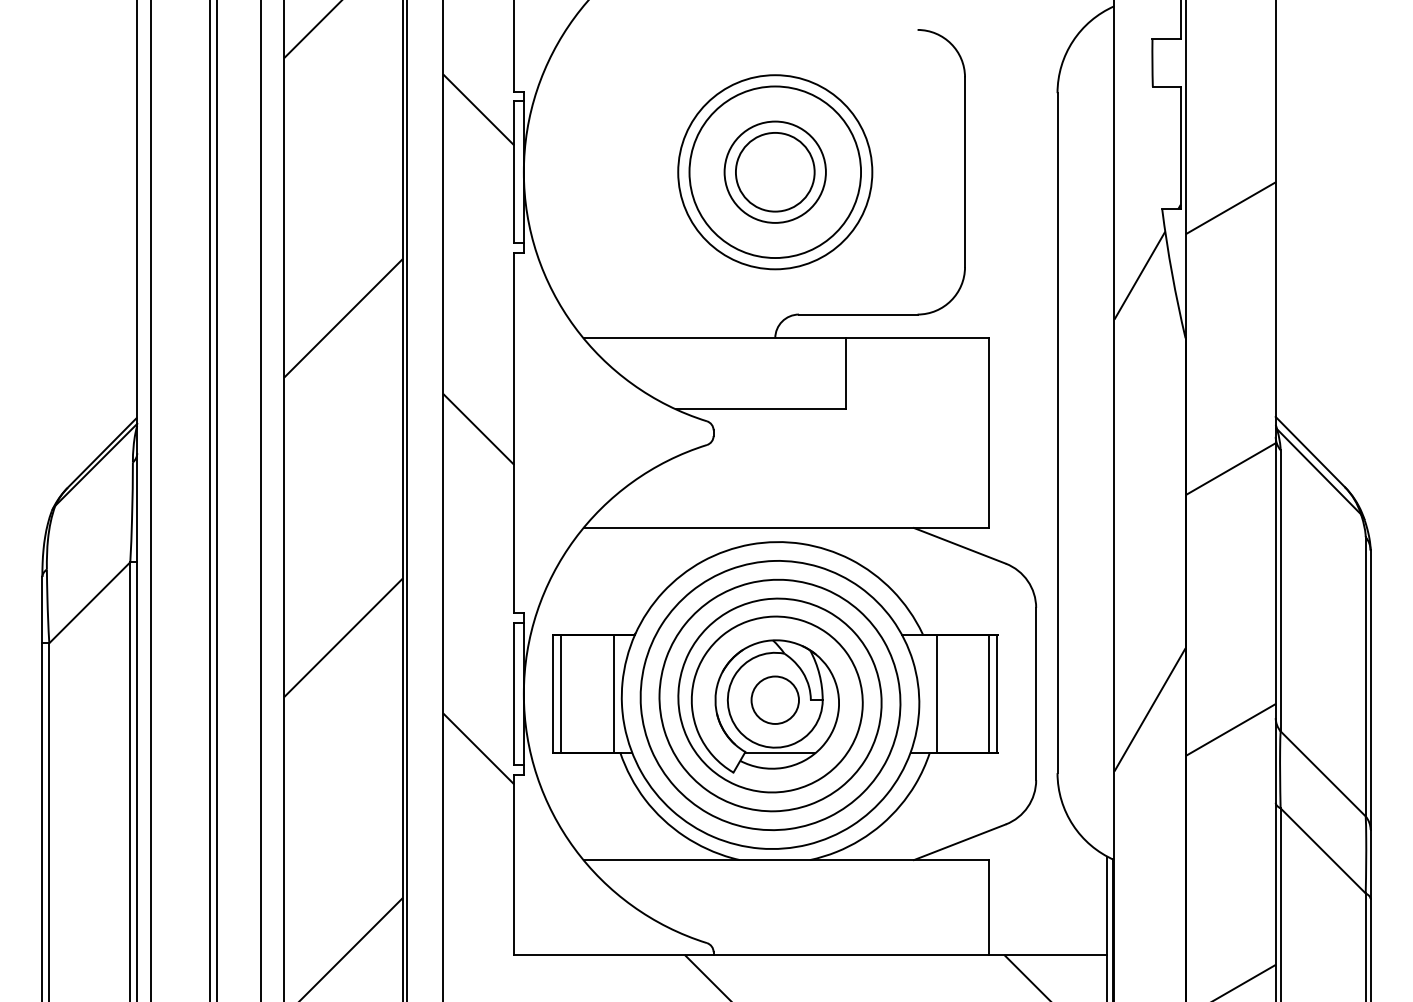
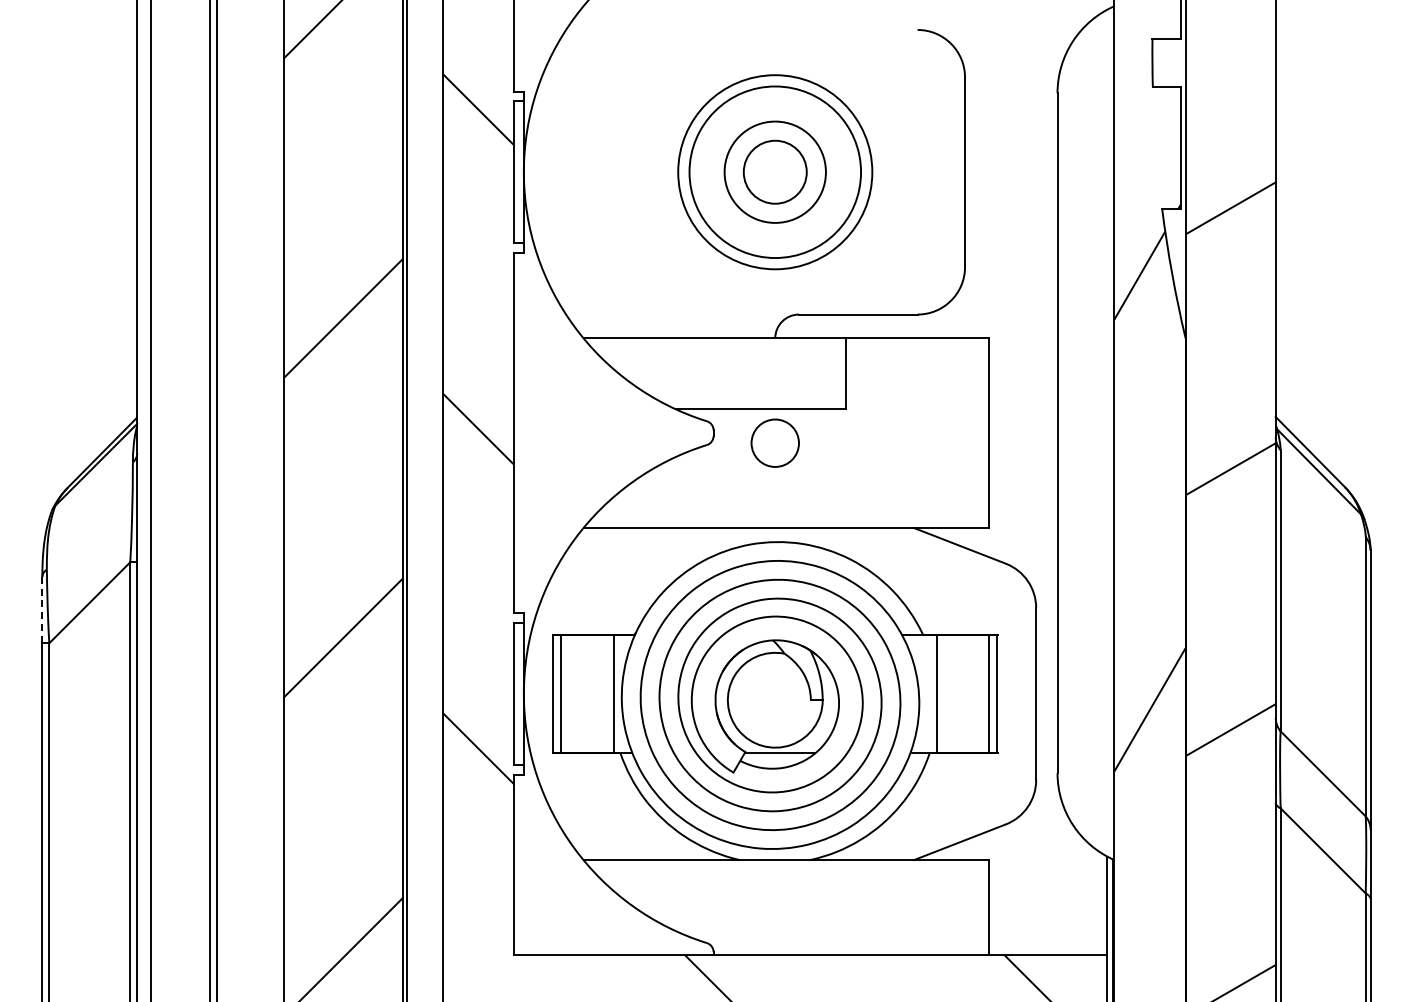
circle at (774, 171) diameter: 79 px -> 63 px
line at (260, 500): present -> none
line at (42, 610): solid -> dashed
circle at (774, 699) position: (774, 699) -> (774, 442)
